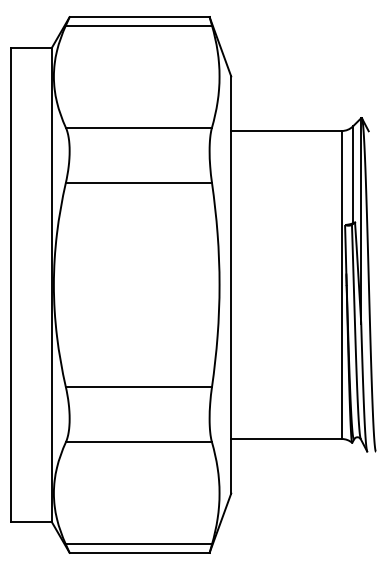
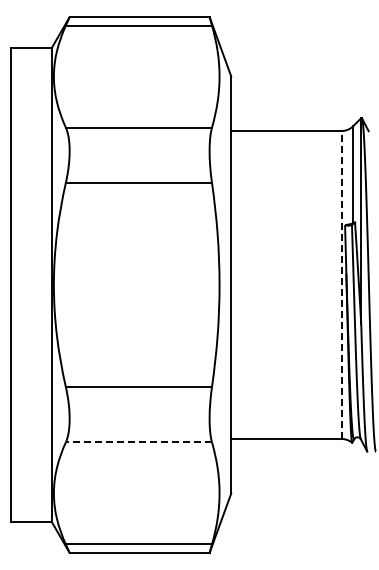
line at (341, 285): solid -> dashed
line at (138, 442): solid -> dashed
